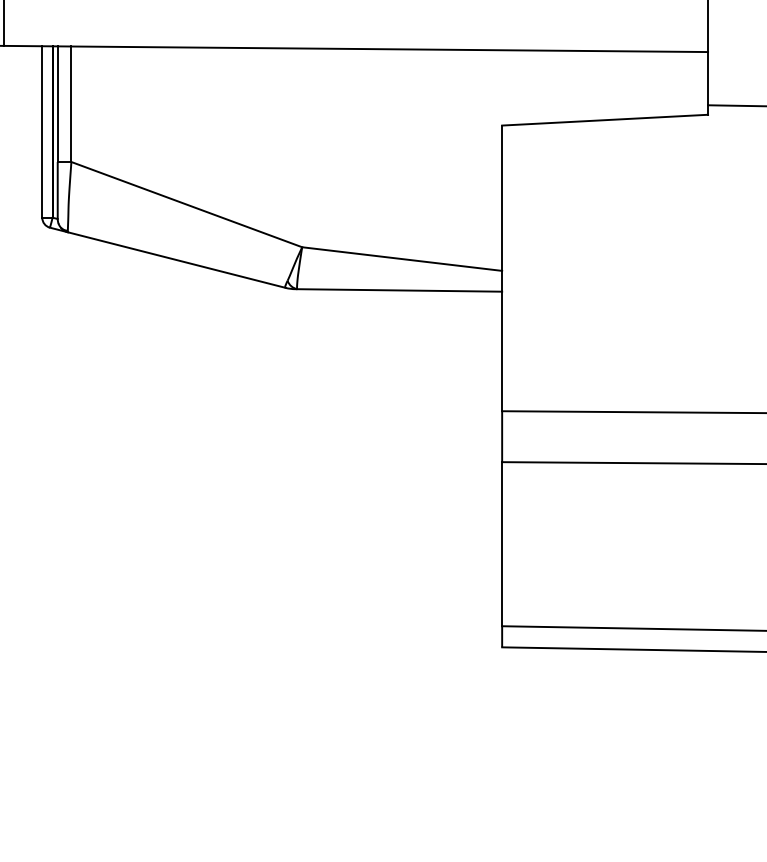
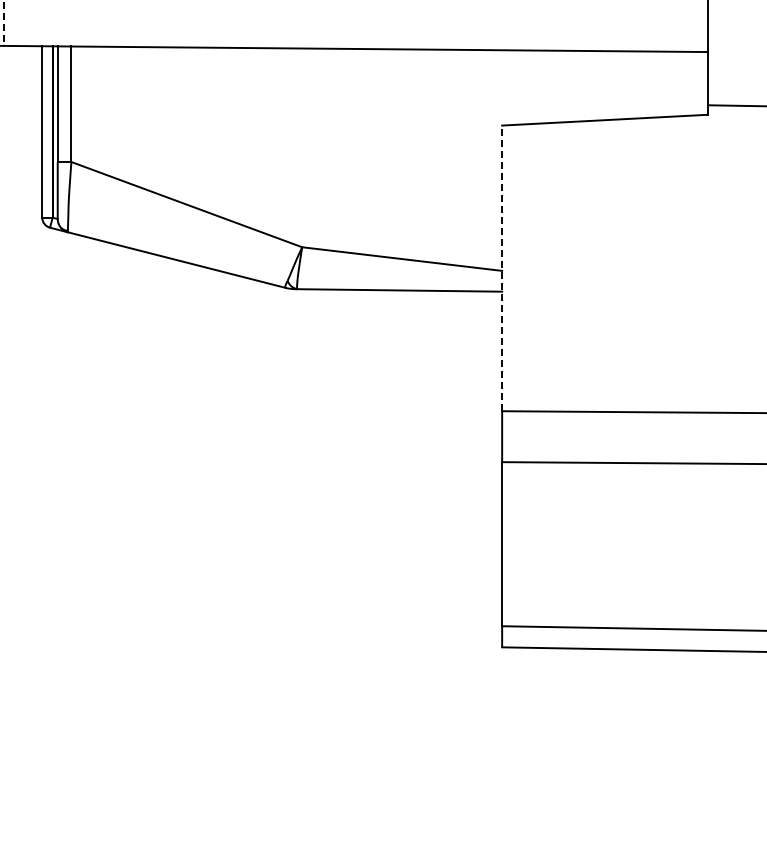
line at (3, 23): solid -> dashed
line at (502, 268): solid -> dashed
